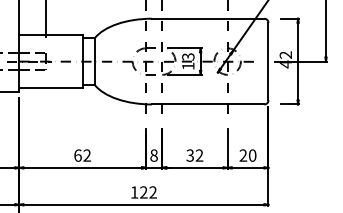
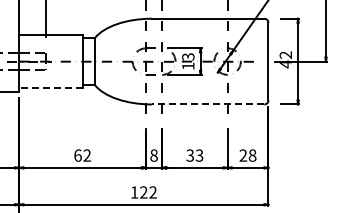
line at (51, 87): solid -> dashed
line at (207, 104): solid -> dashed
text at (199, 155): 32 -> 33
text at (252, 155): 20 -> 28
